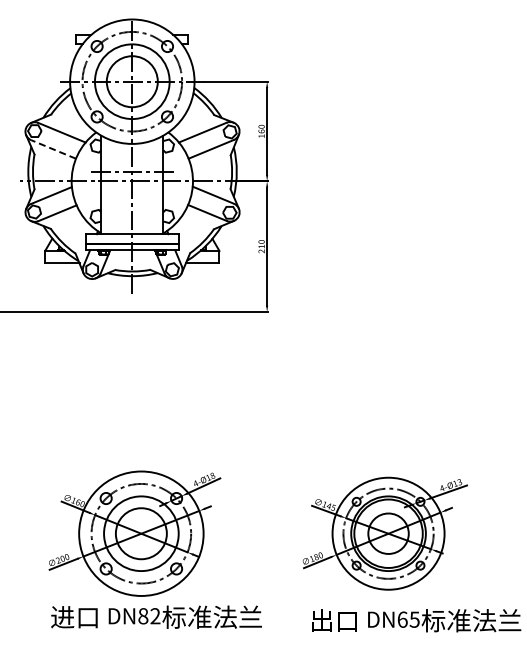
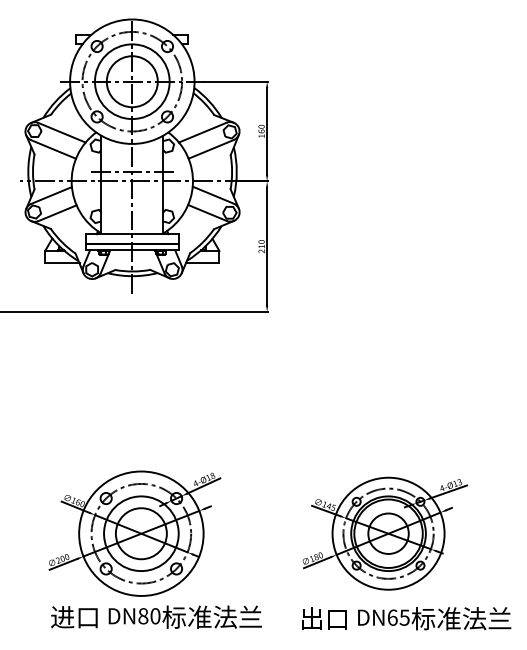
line at (53, 149): dashed -> solid
text at (155, 616): DN82 -> DN80
text at (416, 620) position: (416, 620) -> (406, 618)
